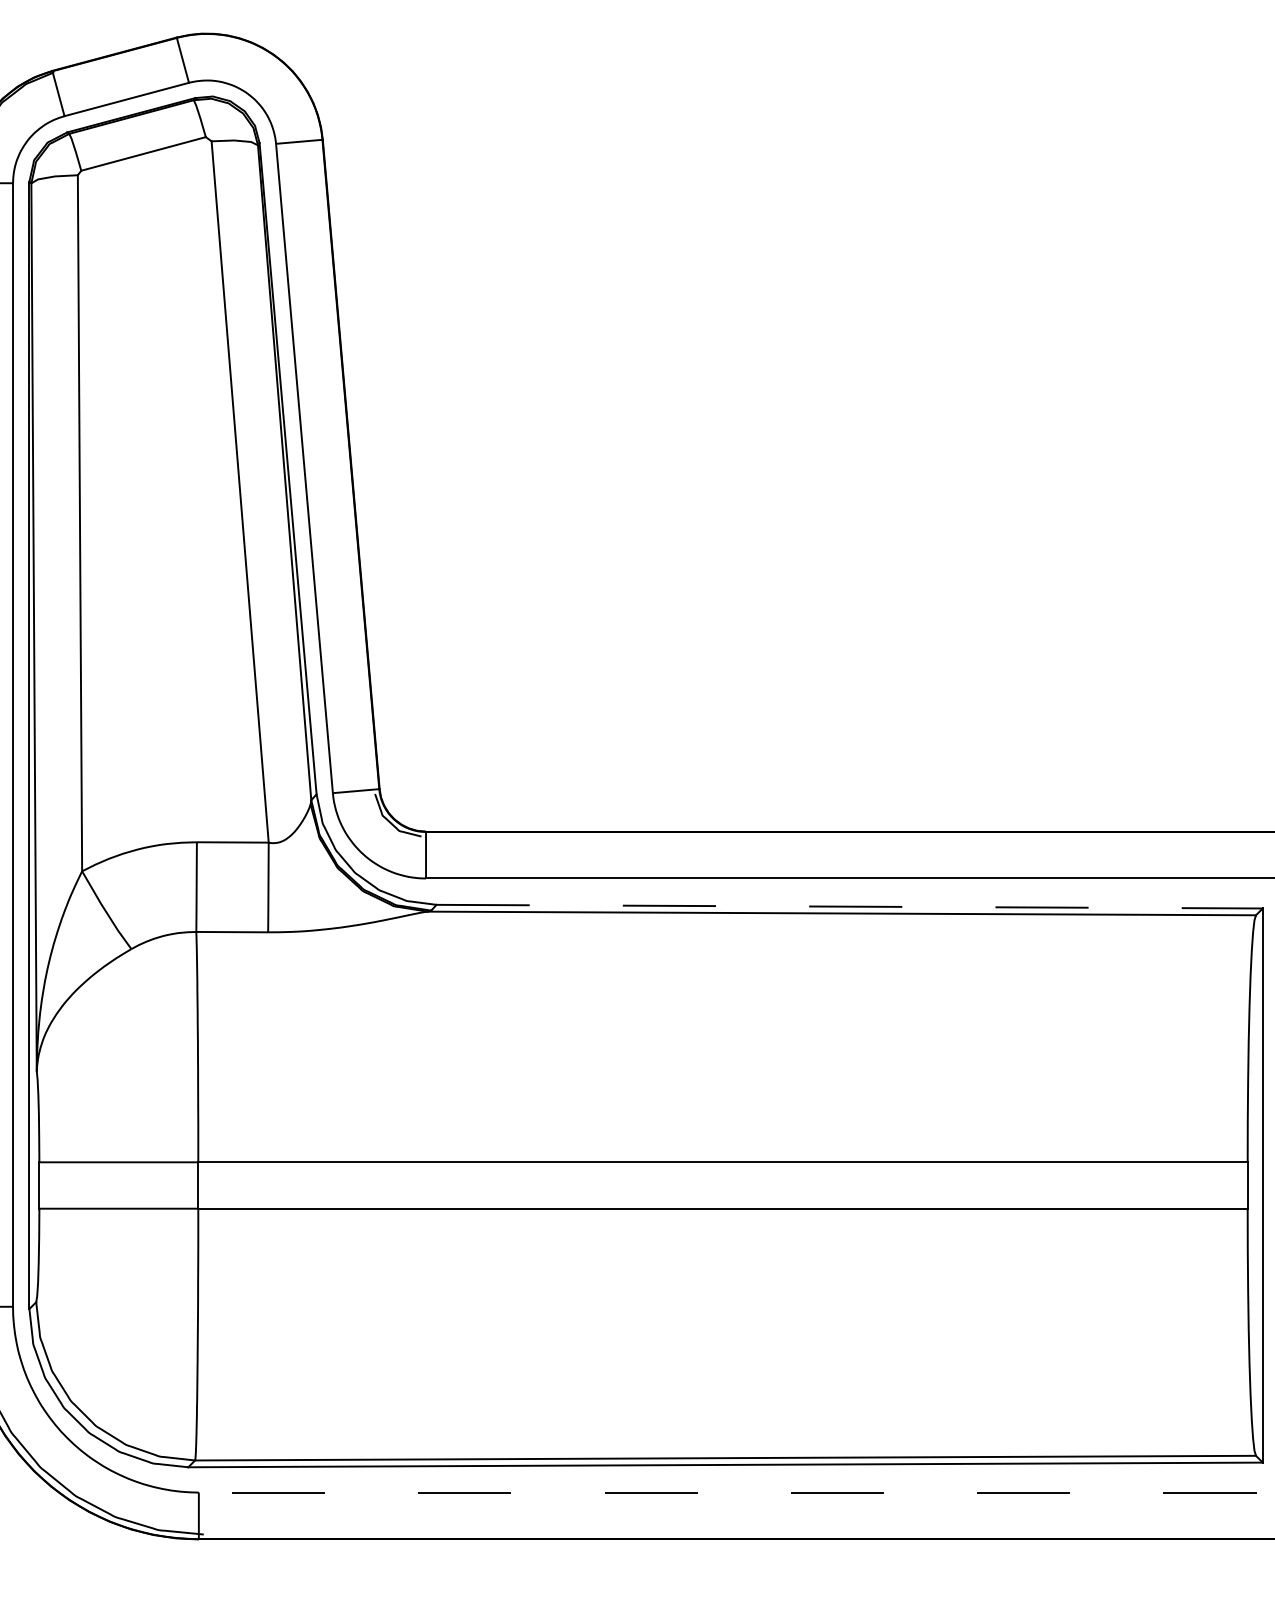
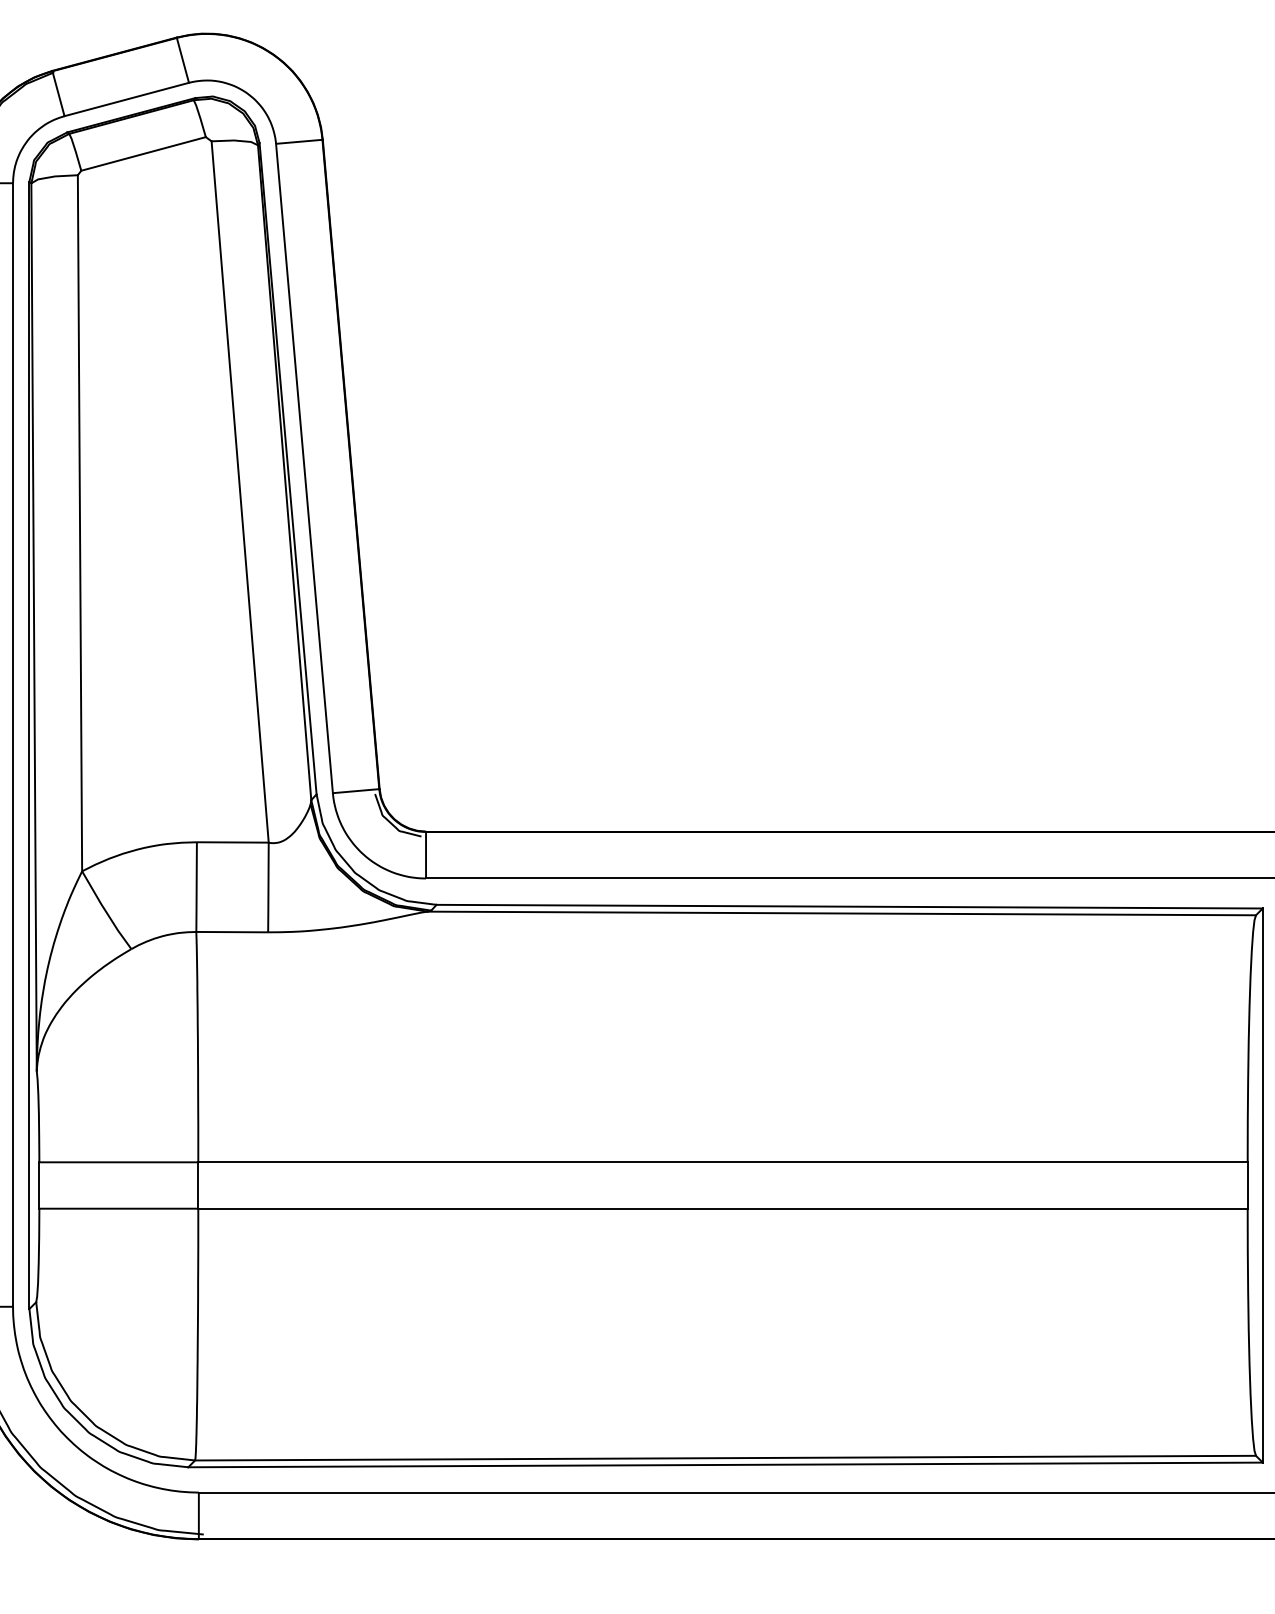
line at (850, 906): dashed -> solid
line at (736, 1492): dashed -> solid
